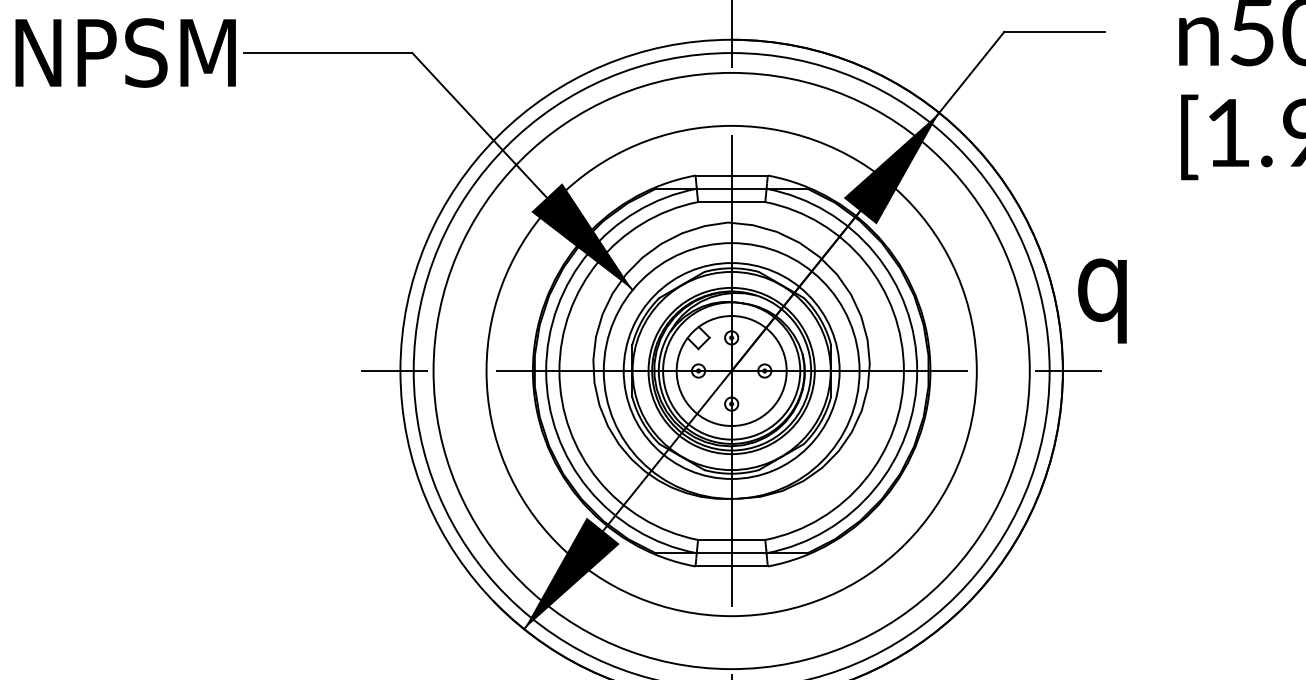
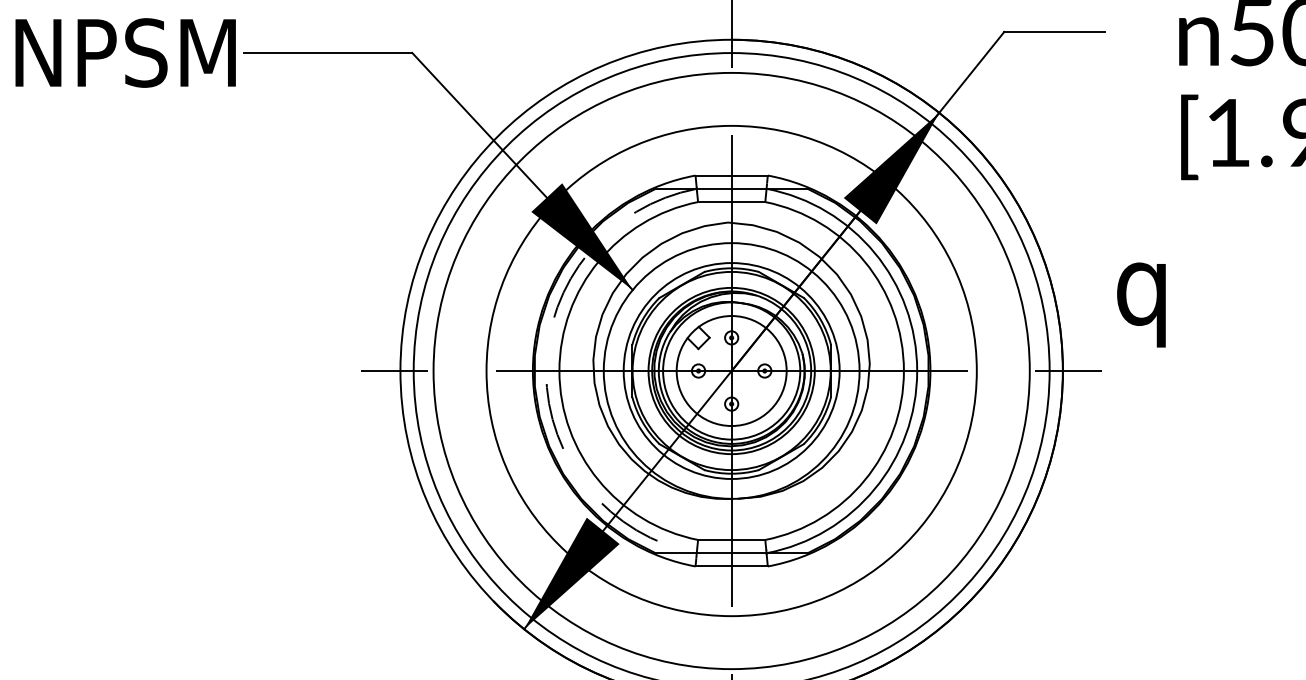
text at (1102, 300) position: (1102, 300) -> (1141, 304)
arc at (546, 371): solid -> dashed
